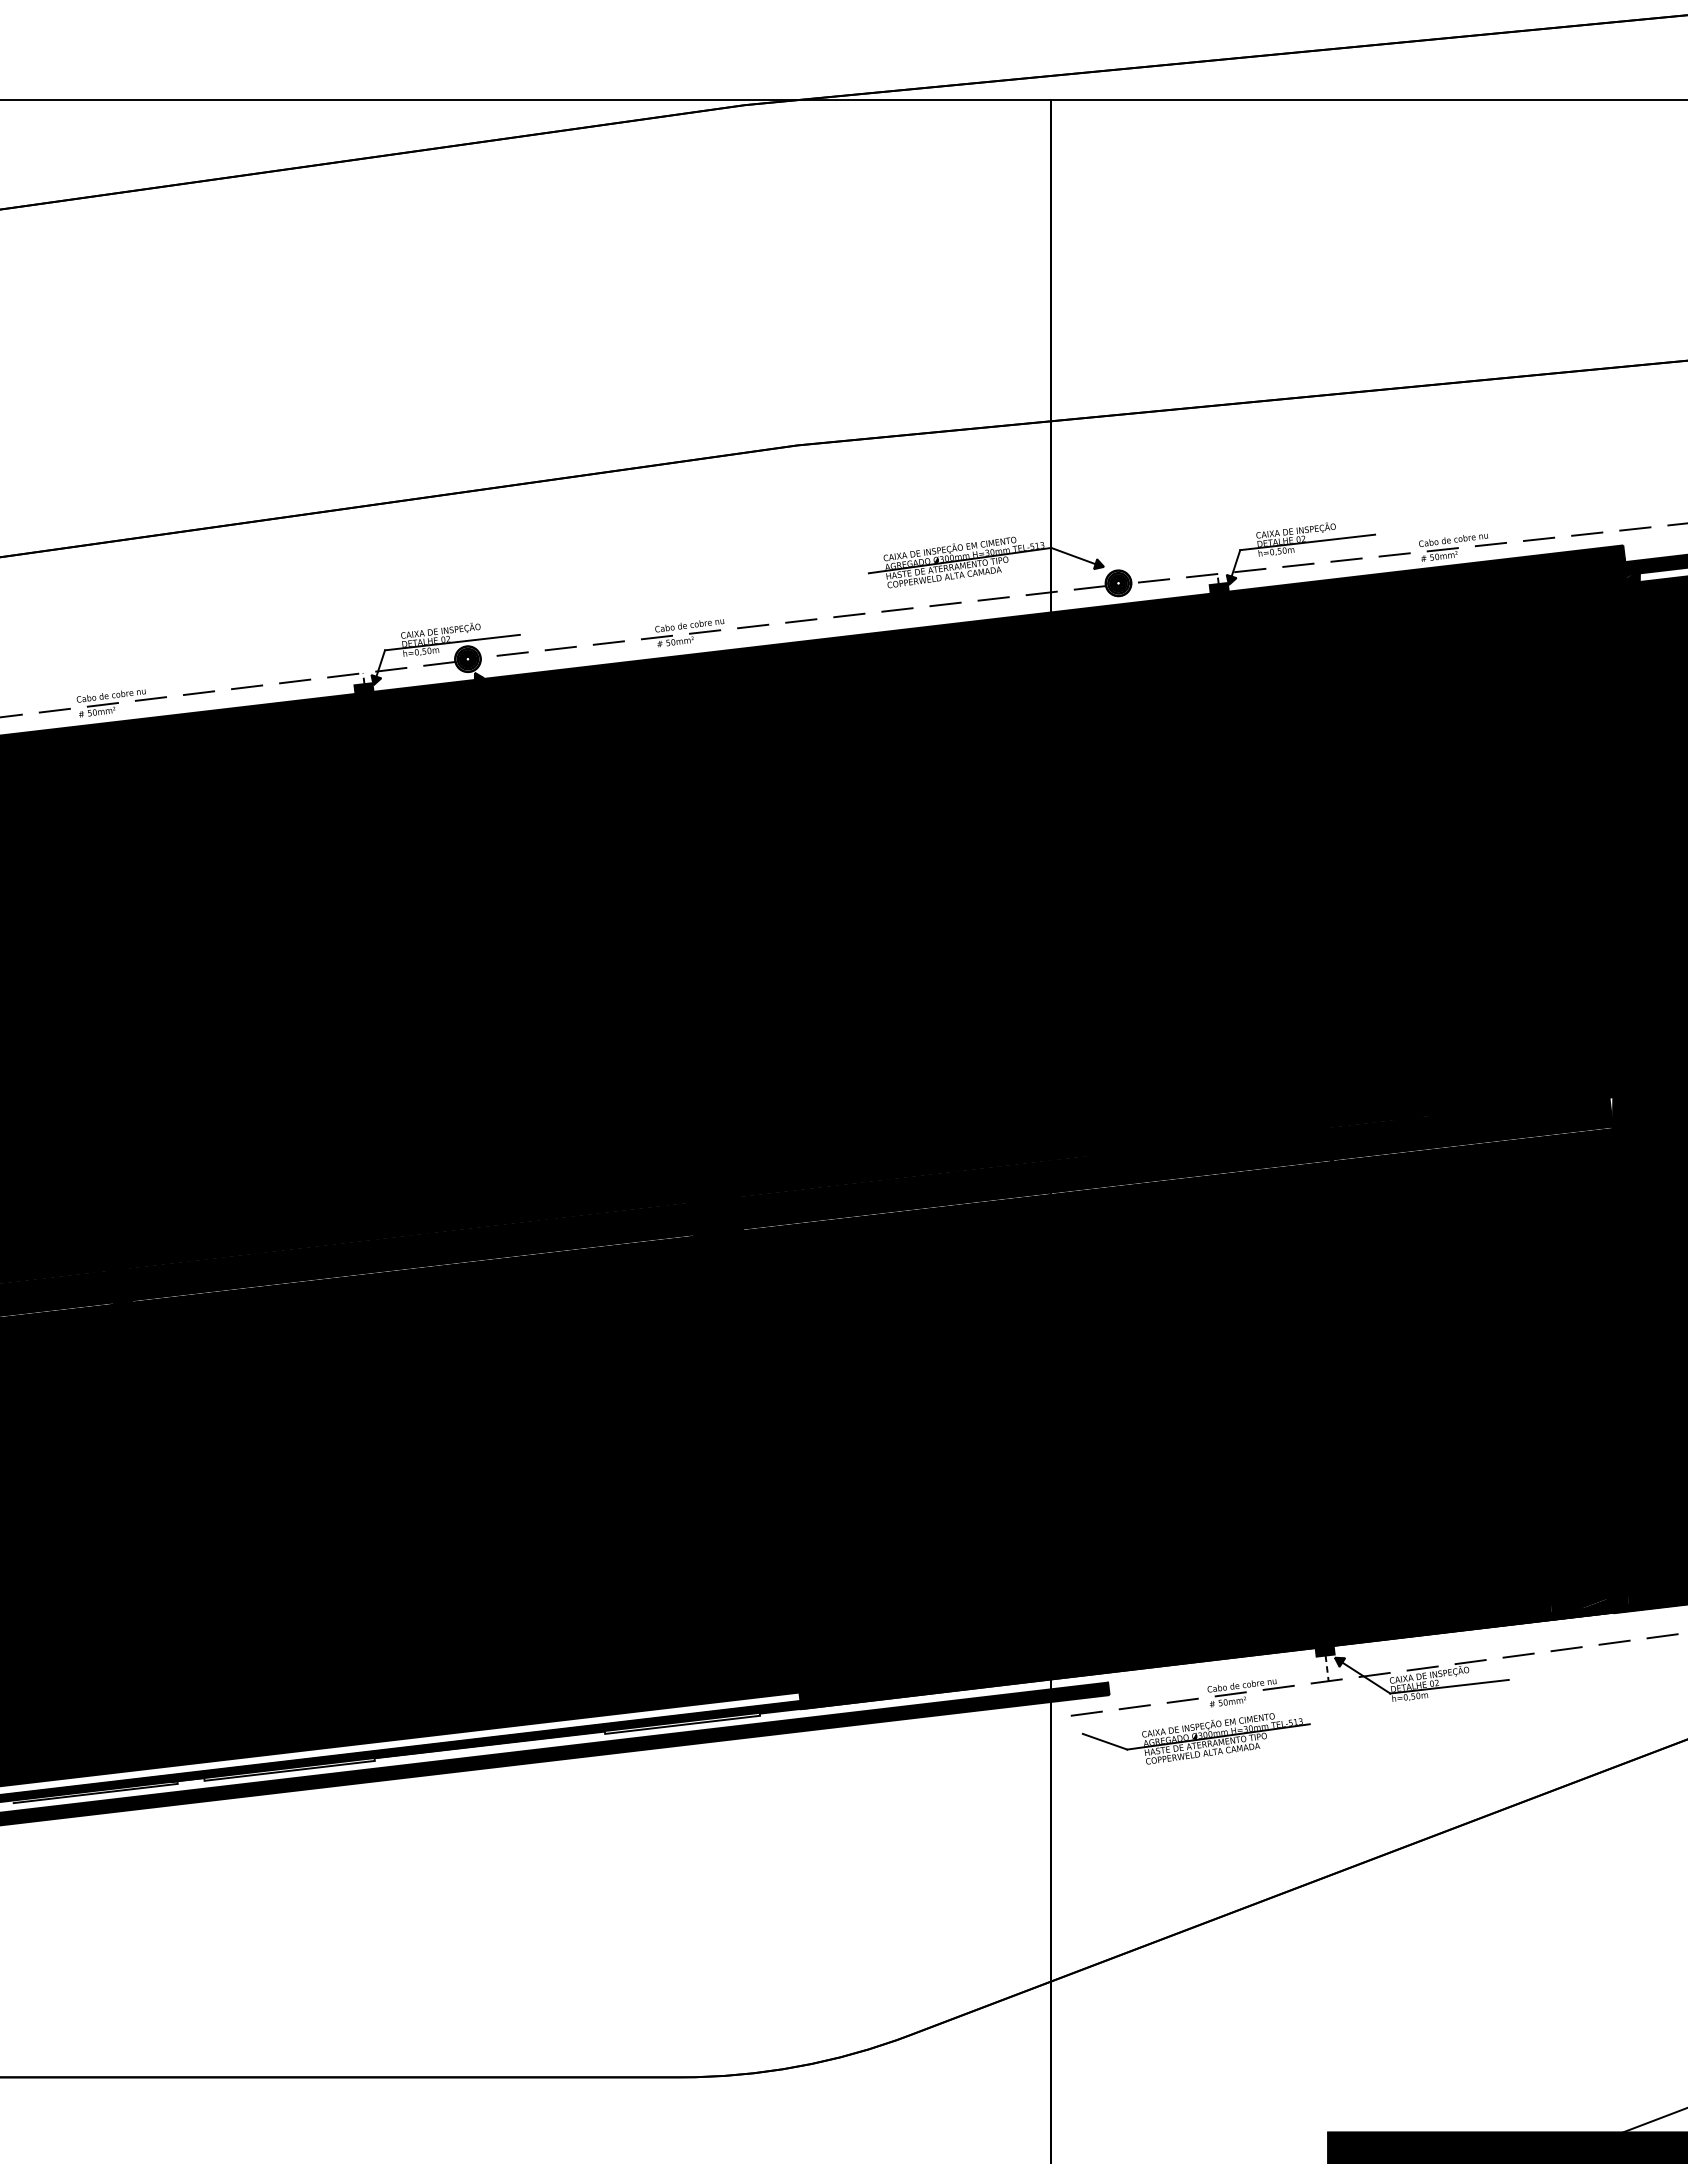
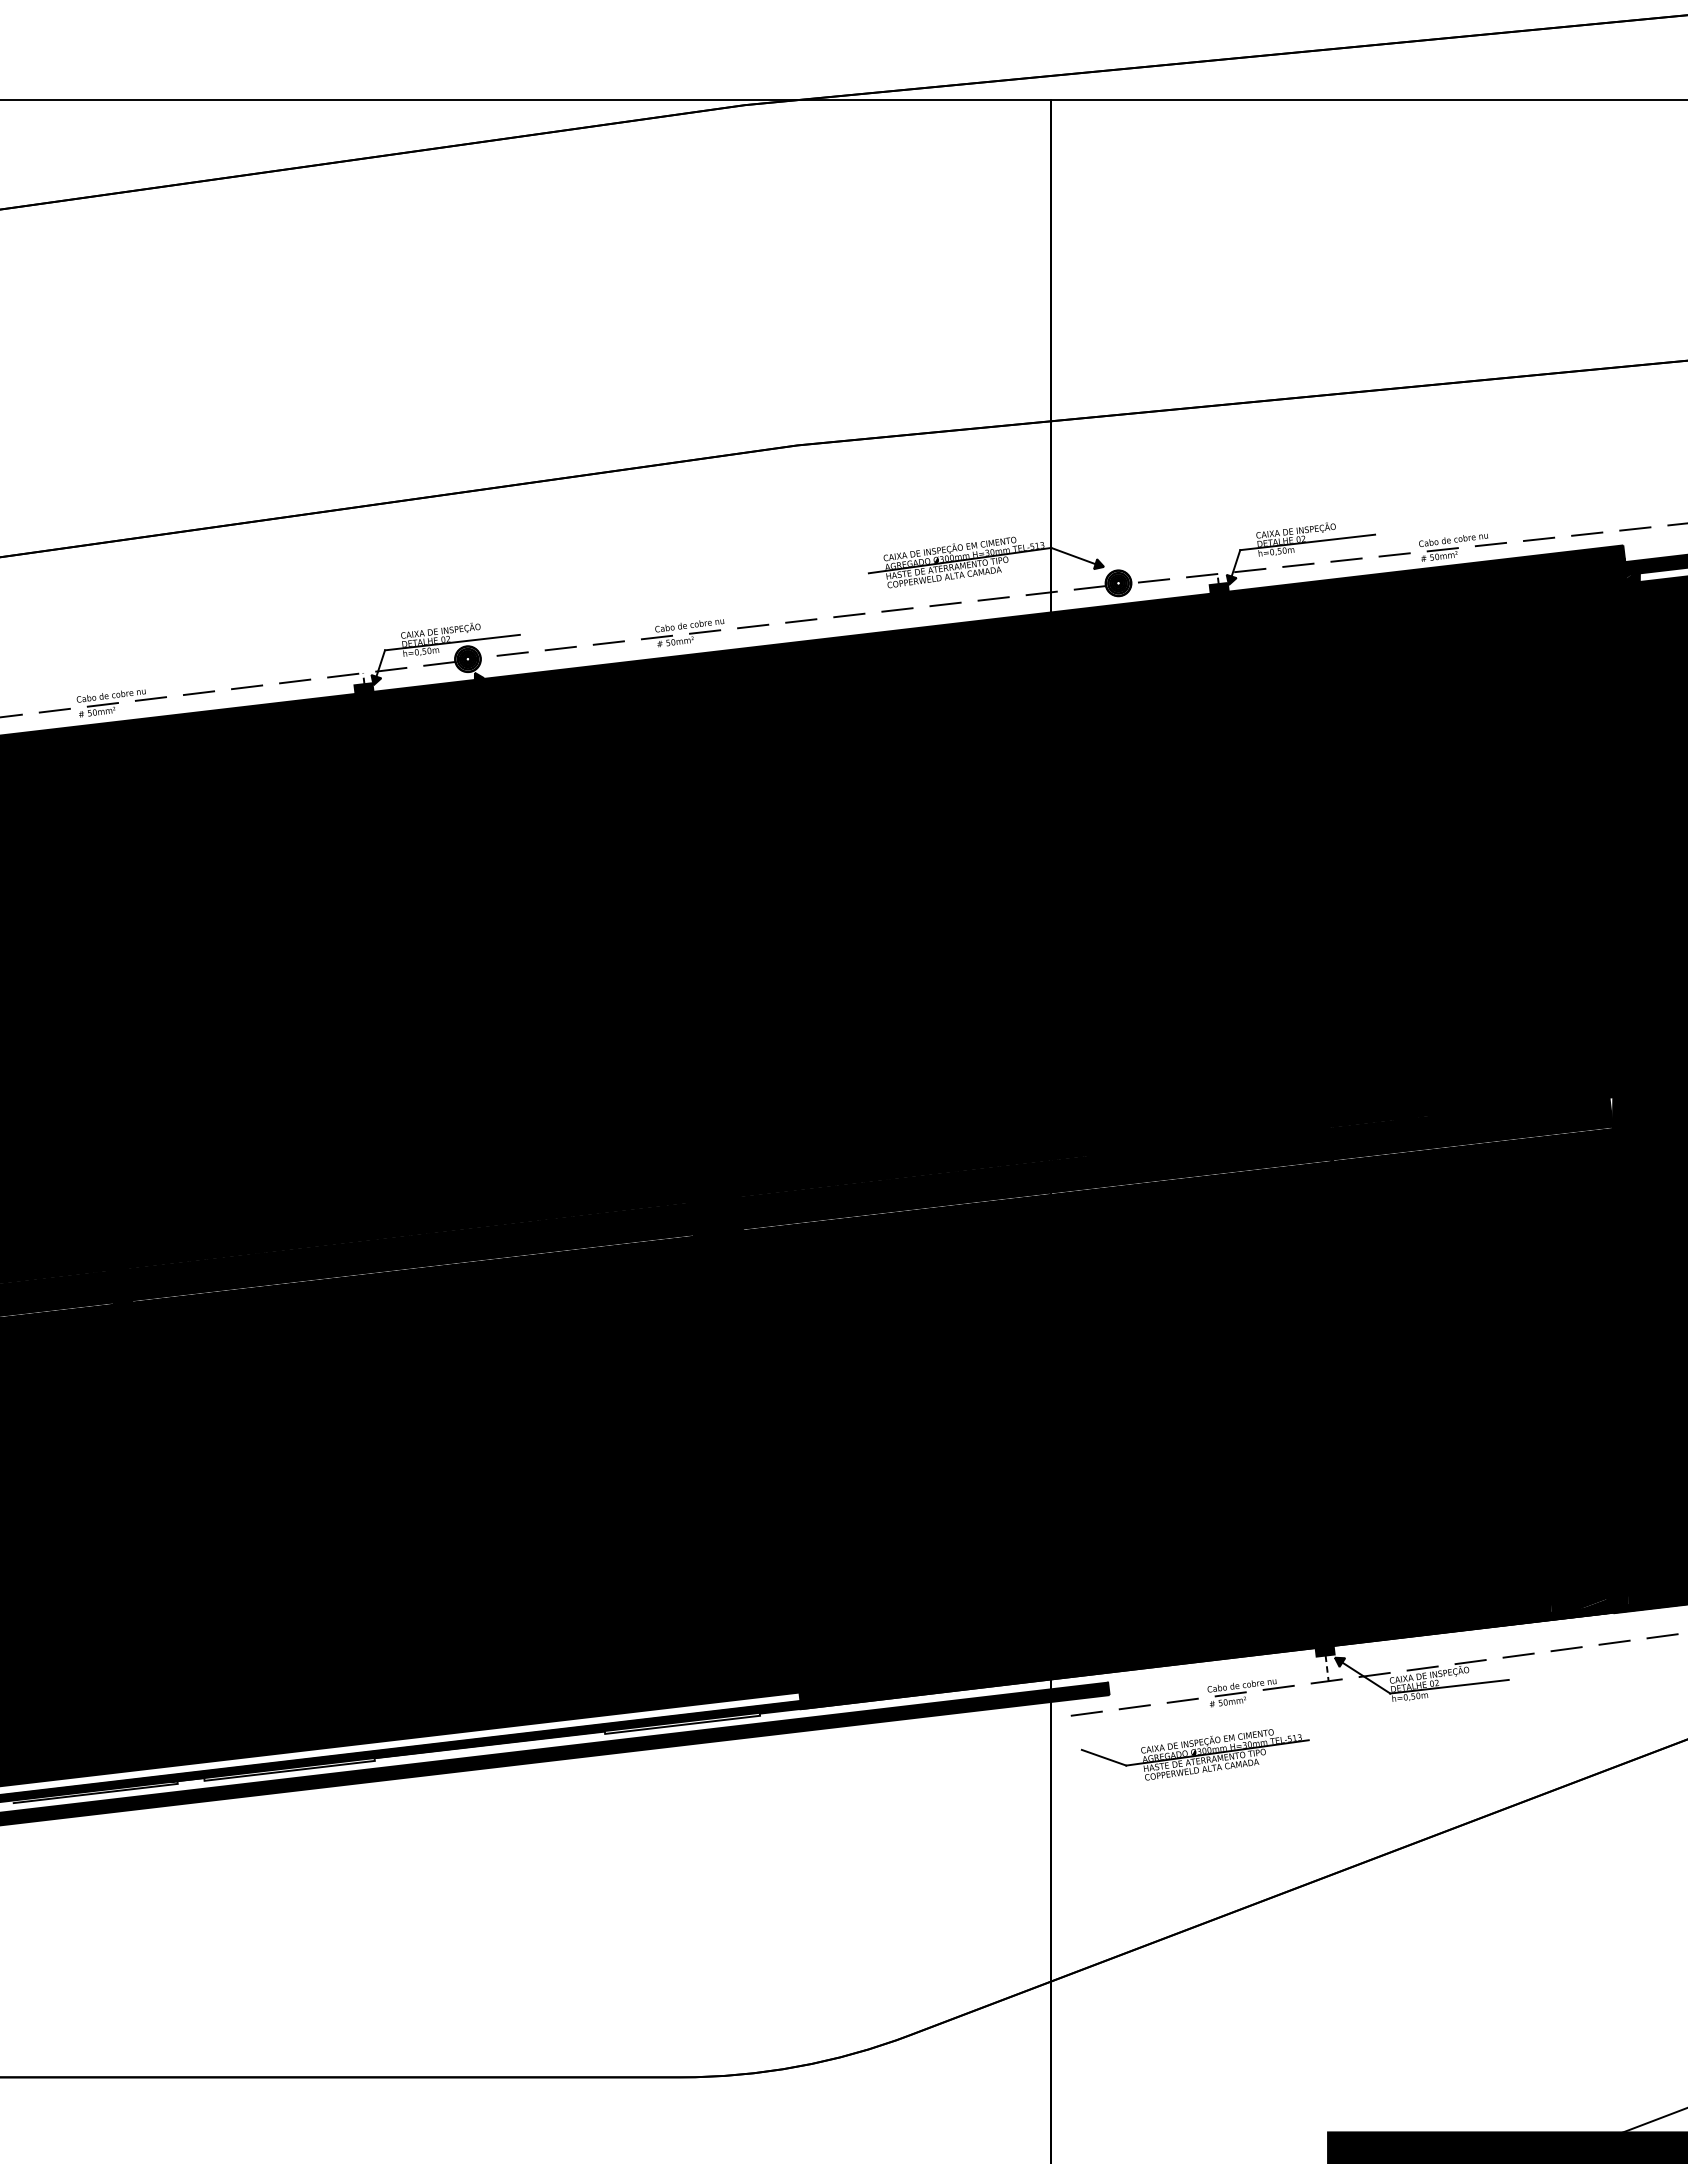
part at (1195, 1738) position: (1195, 1738) -> (1194, 1754)
